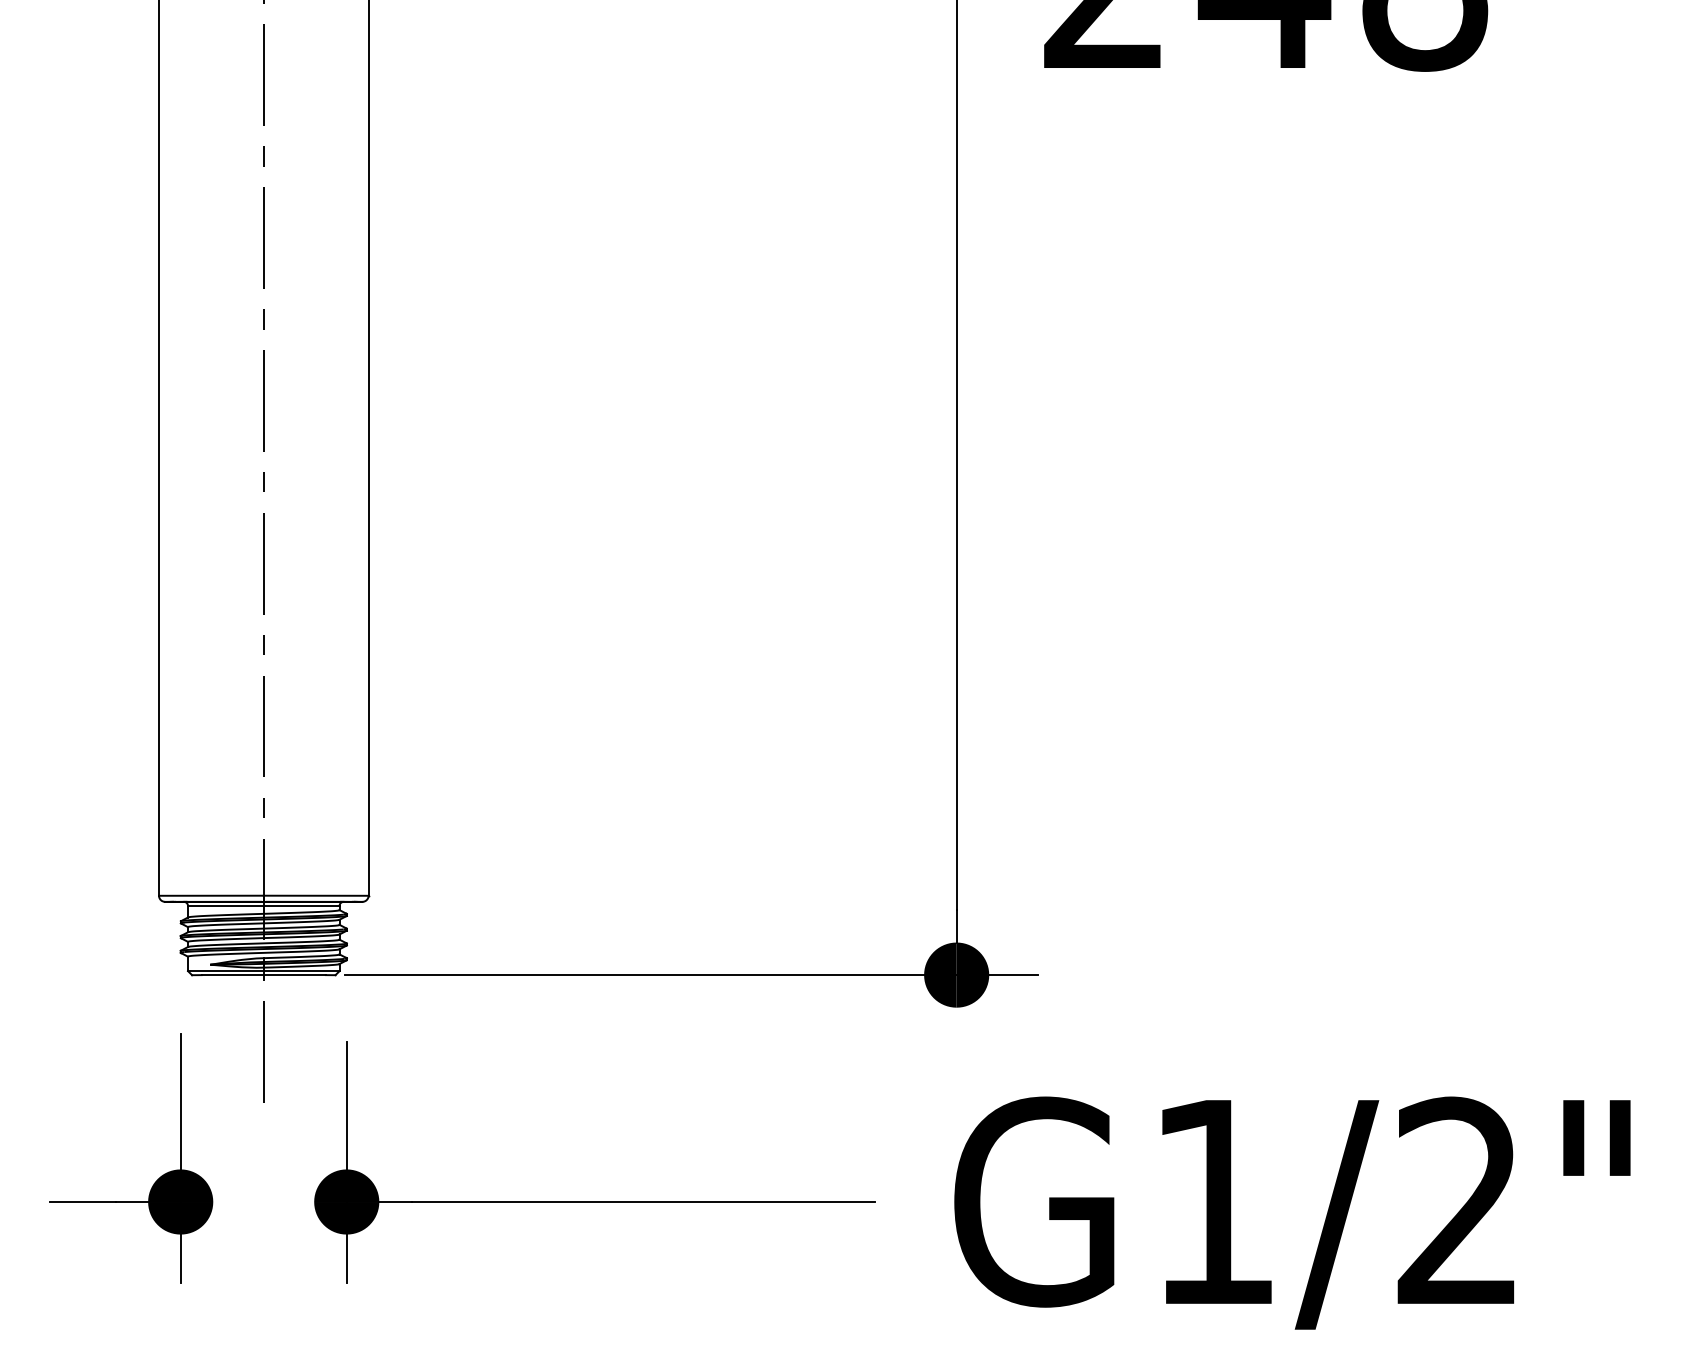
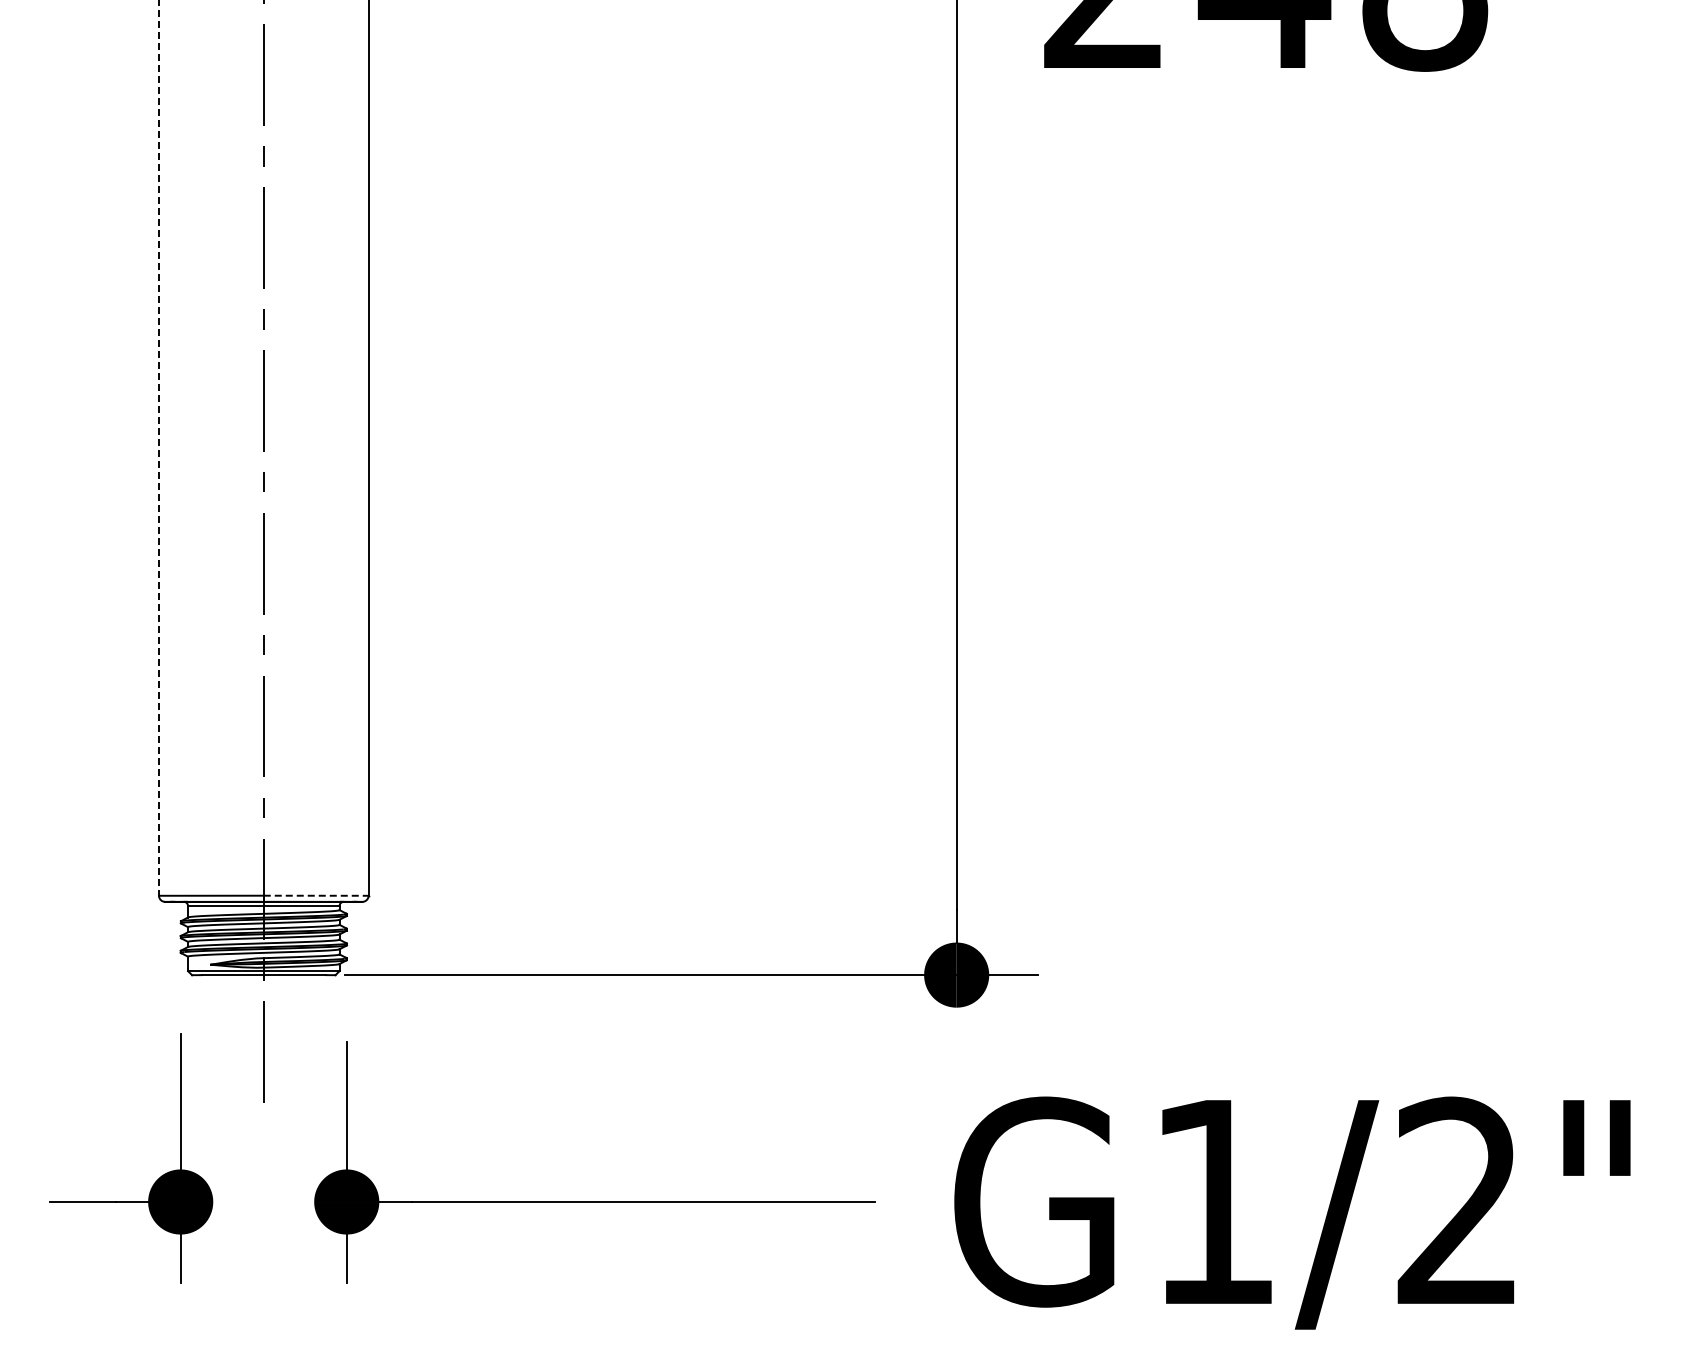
line at (159, 448): solid -> dashed
line at (316, 895): solid -> dashed
